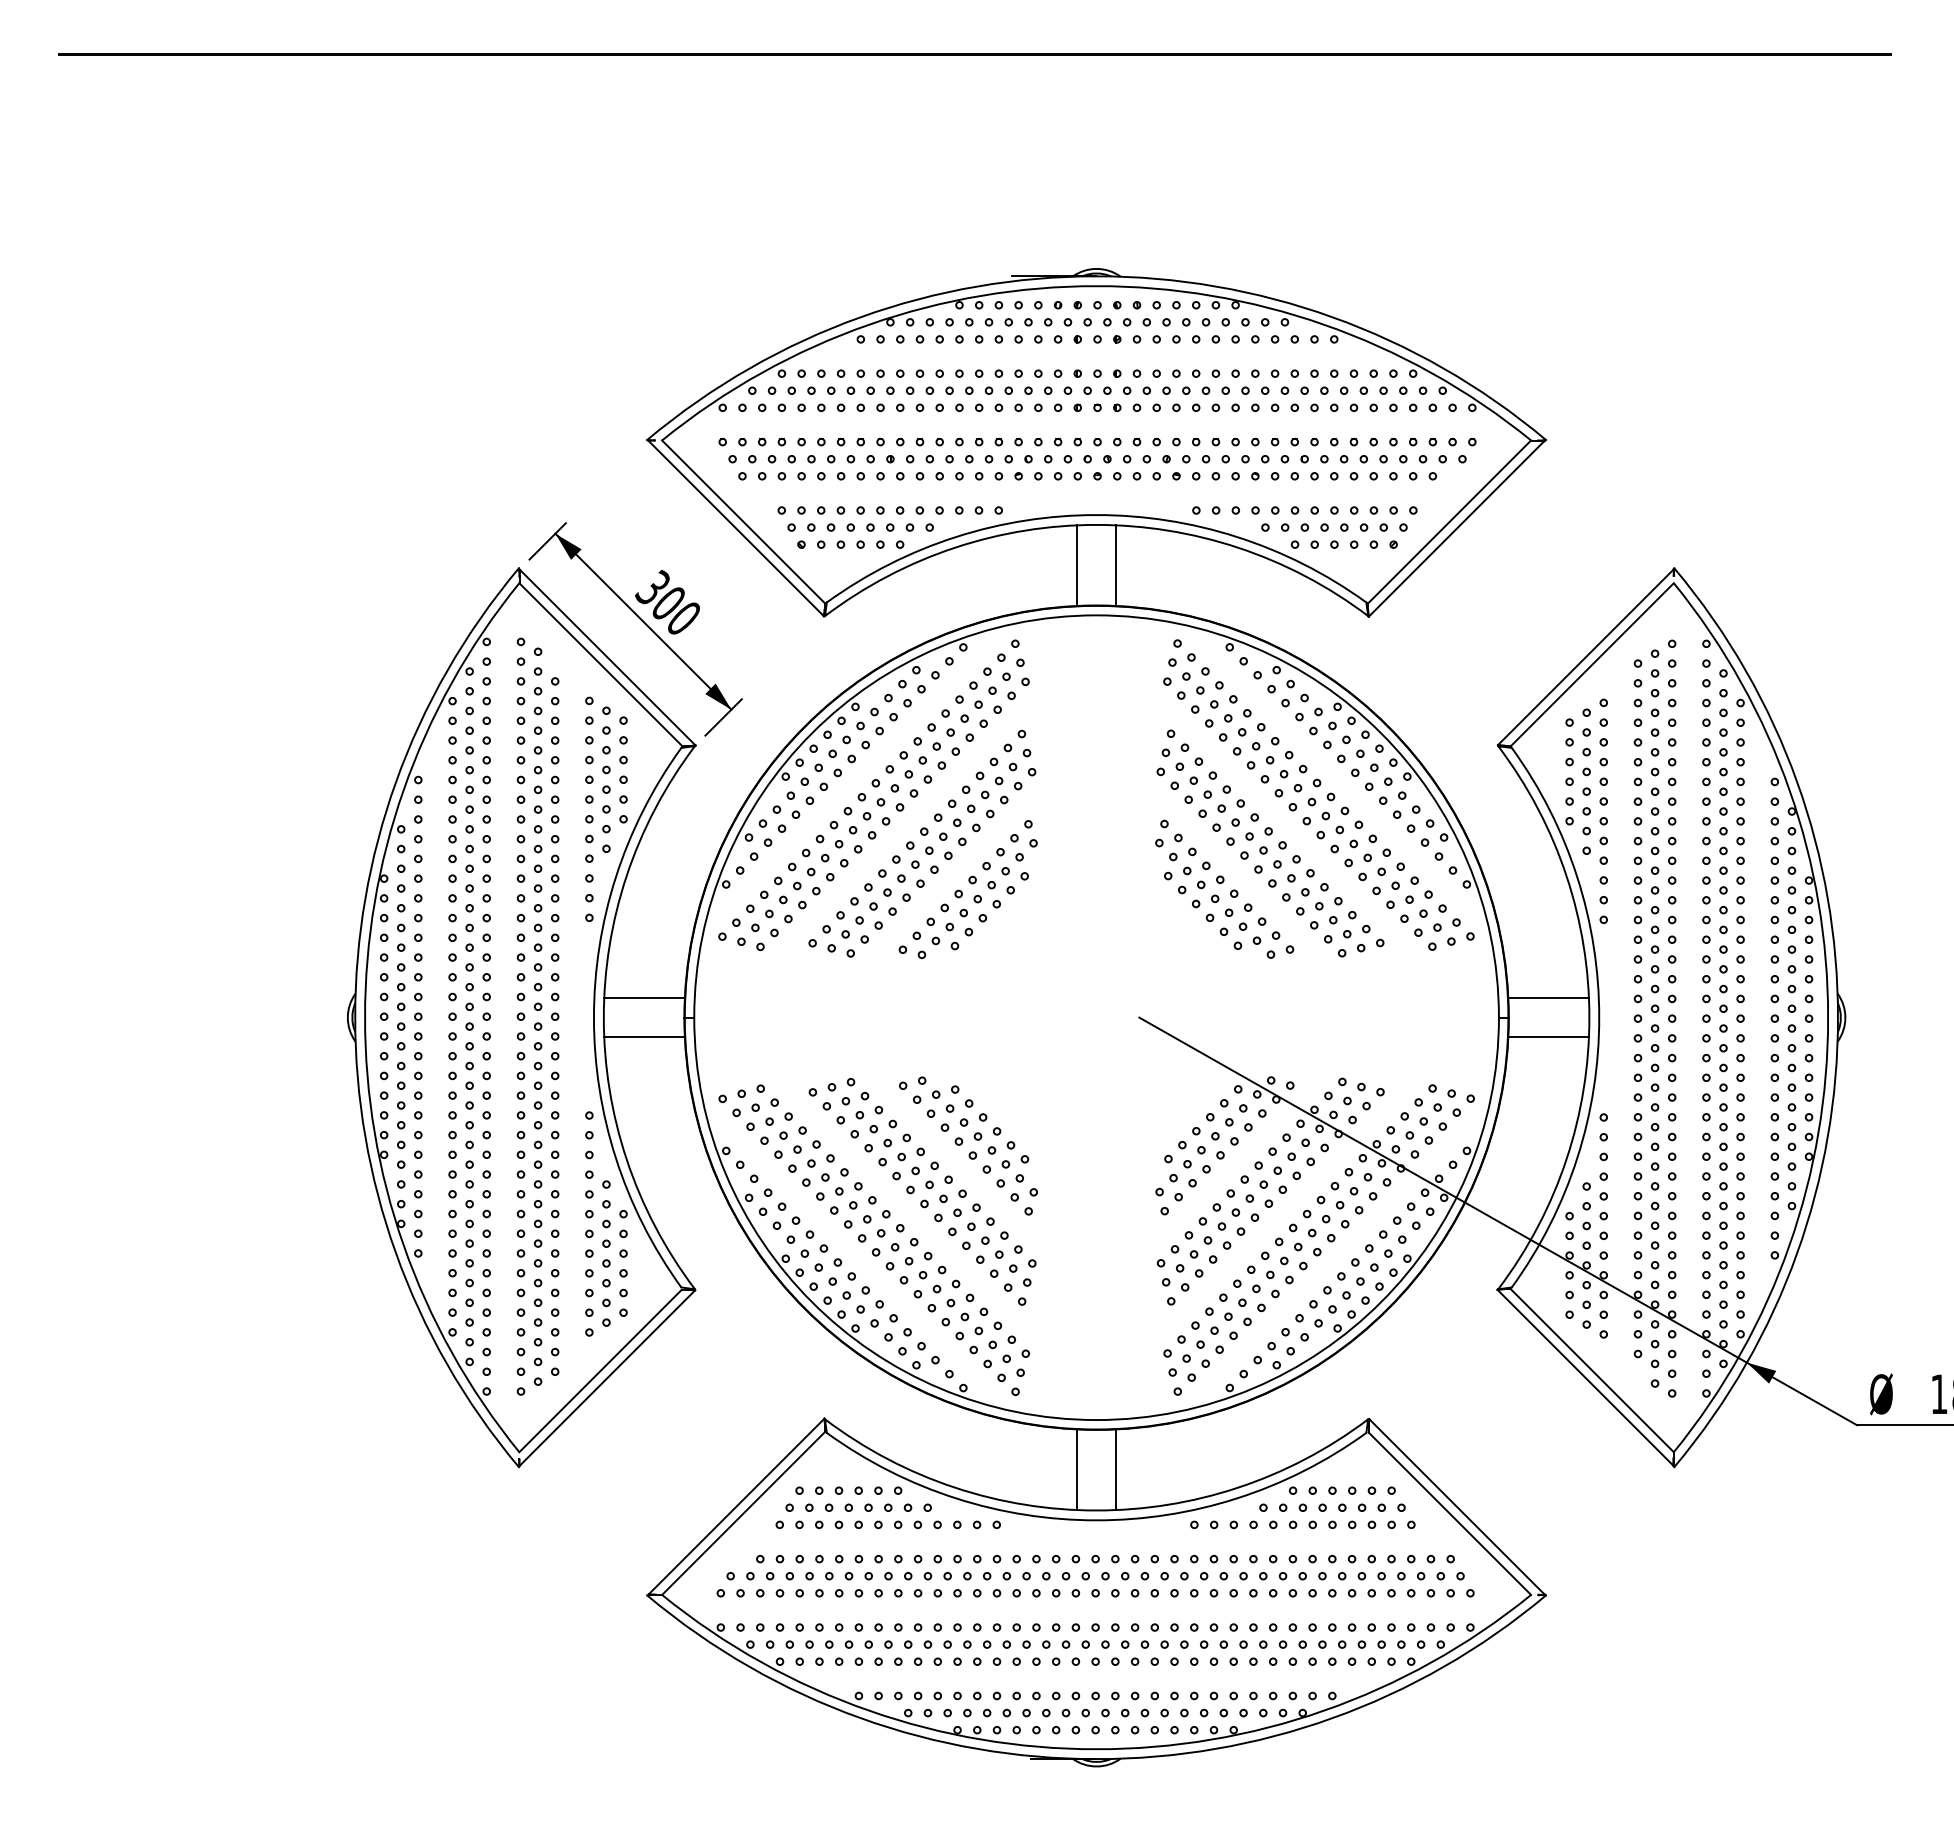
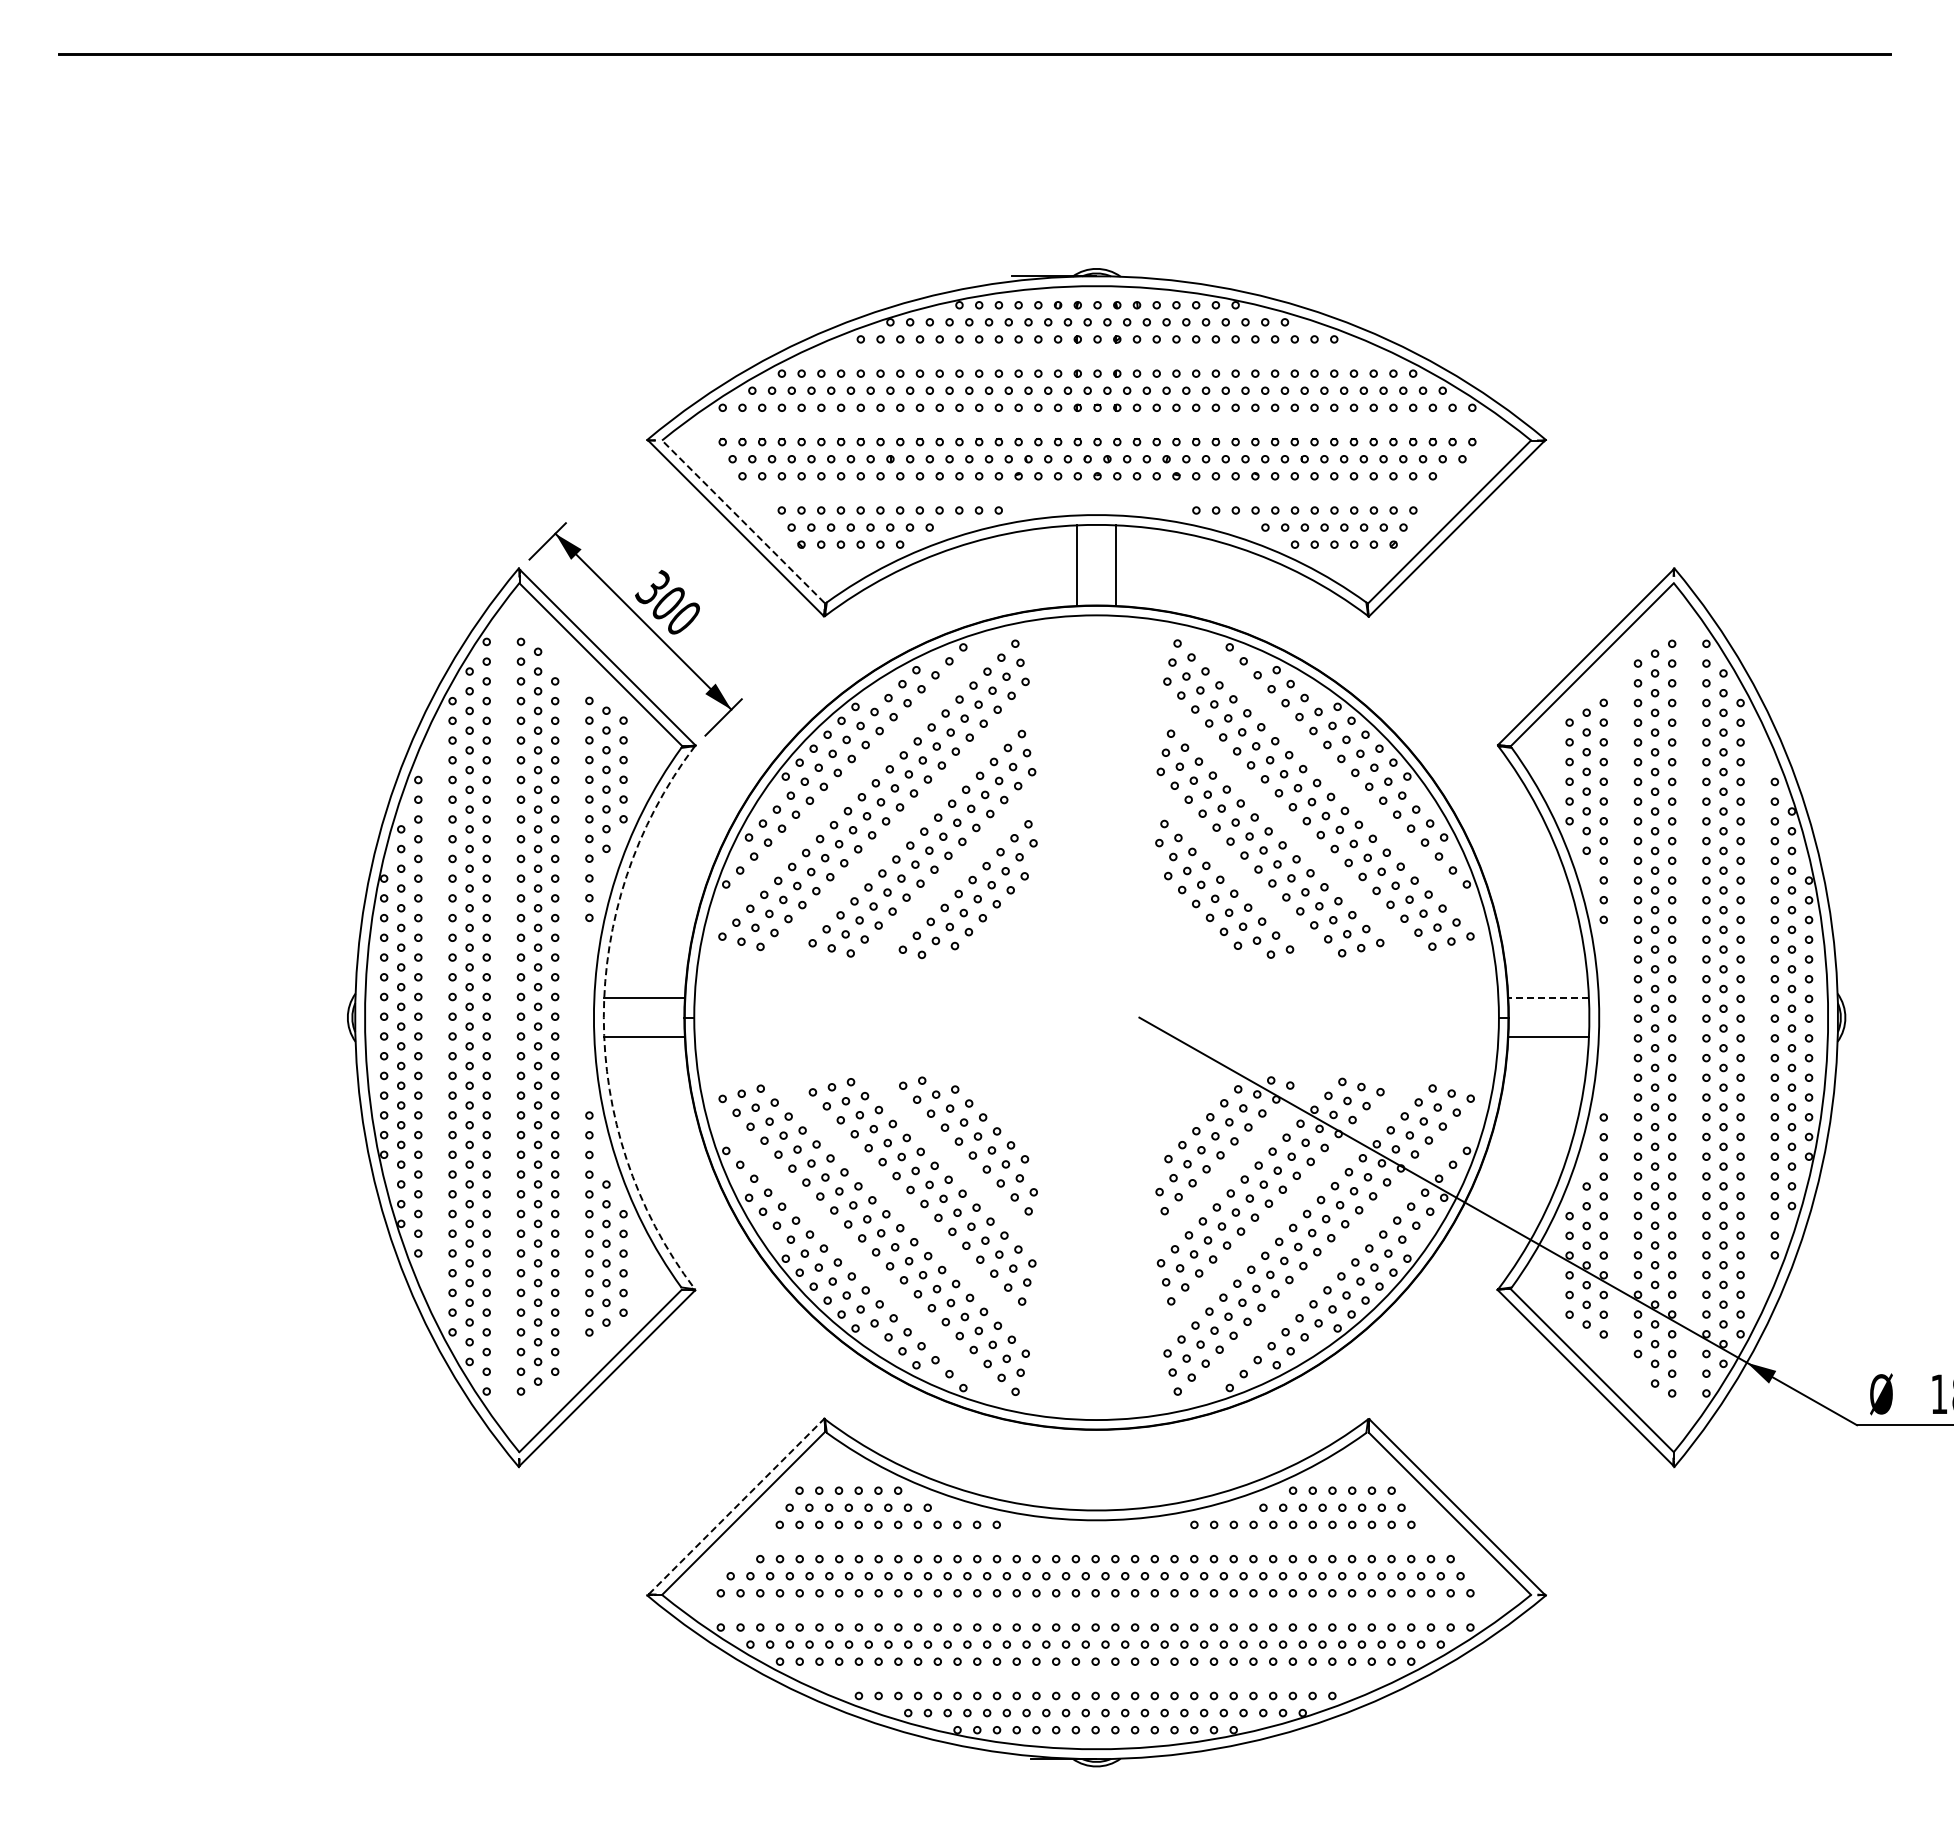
line at (743, 521): solid -> dashed
line at (1548, 997): solid -> dashed
arc at (603, 1017): solid -> dashed
line at (1076, 1469): present -> none
line at (1116, 1469): present -> none
line at (736, 1506): solid -> dashed
